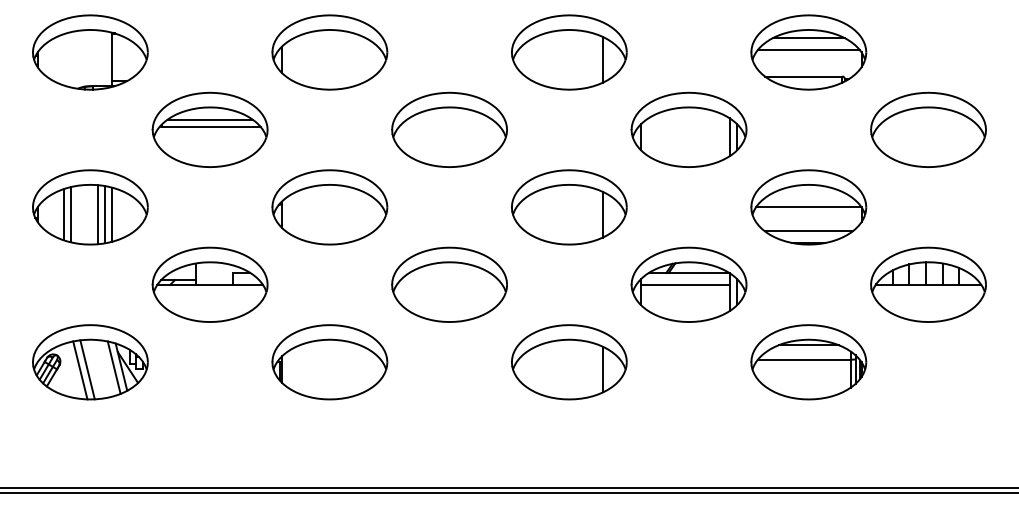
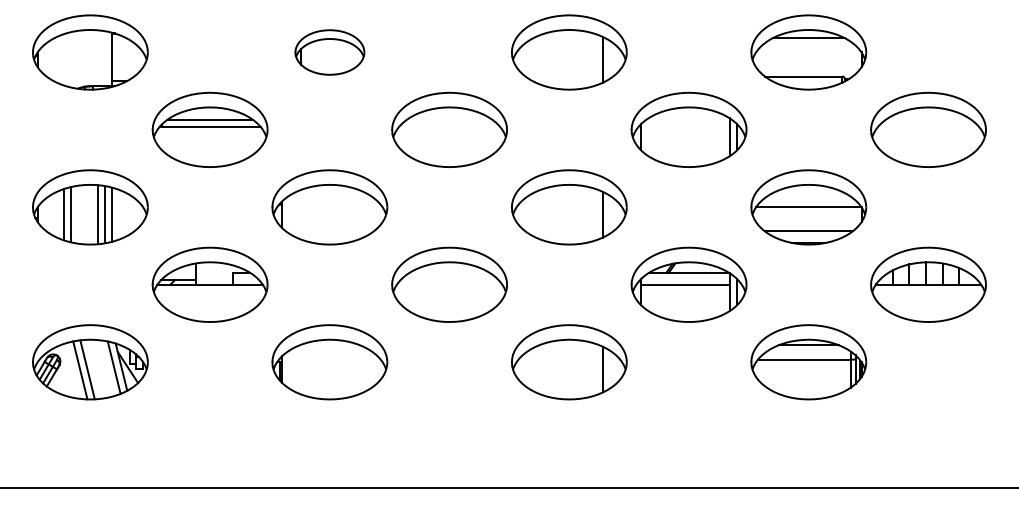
line at (808, 50): present -> none
part at (329, 52) size: 118x77 px -> 72x47 px
line at (508, 492): present -> none
